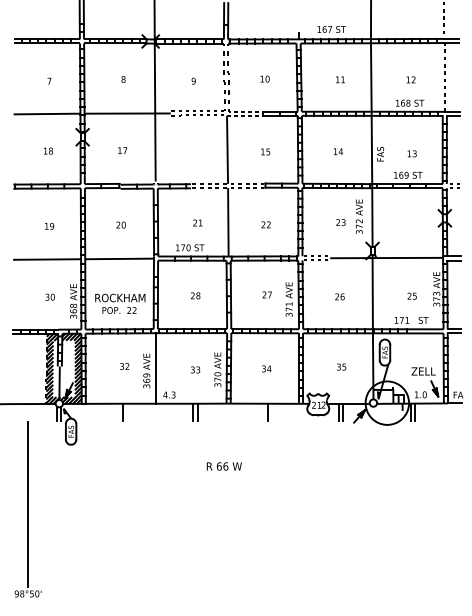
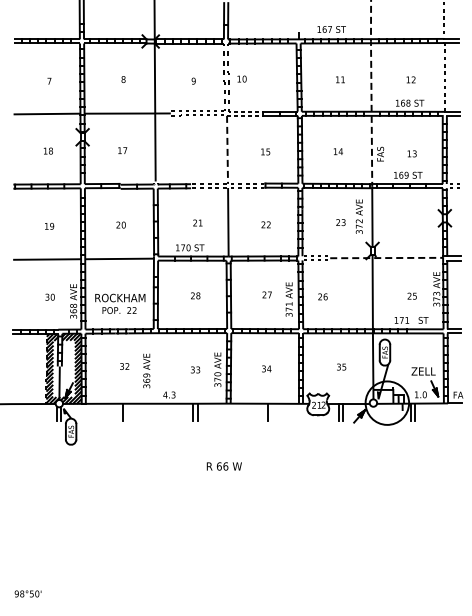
text at (264, 78) position: (264, 78) -> (241, 78)
line at (371, 93): solid -> dashed
line at (227, 149): solid -> dashed
line at (387, 258): solid -> dashed
text at (339, 296) position: (339, 296) -> (322, 296)
line at (155, 368): present -> none
line at (27, 504): present -> none
